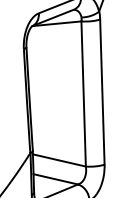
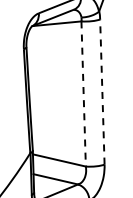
line at (102, 92): solid -> dashed
line at (83, 94): solid -> dashed
